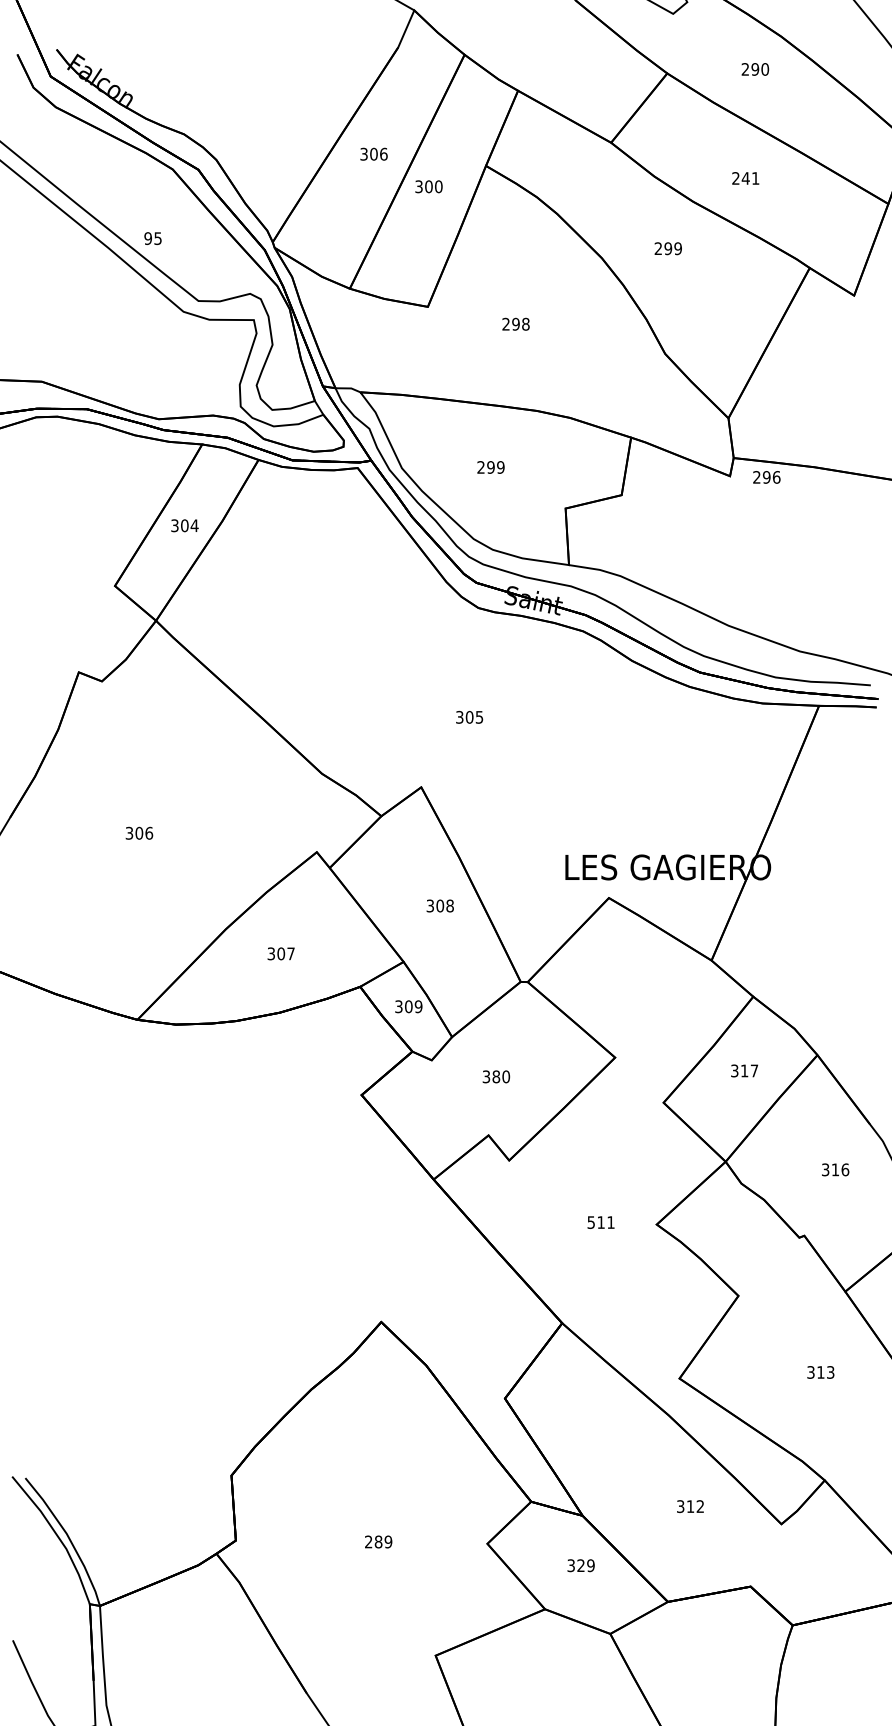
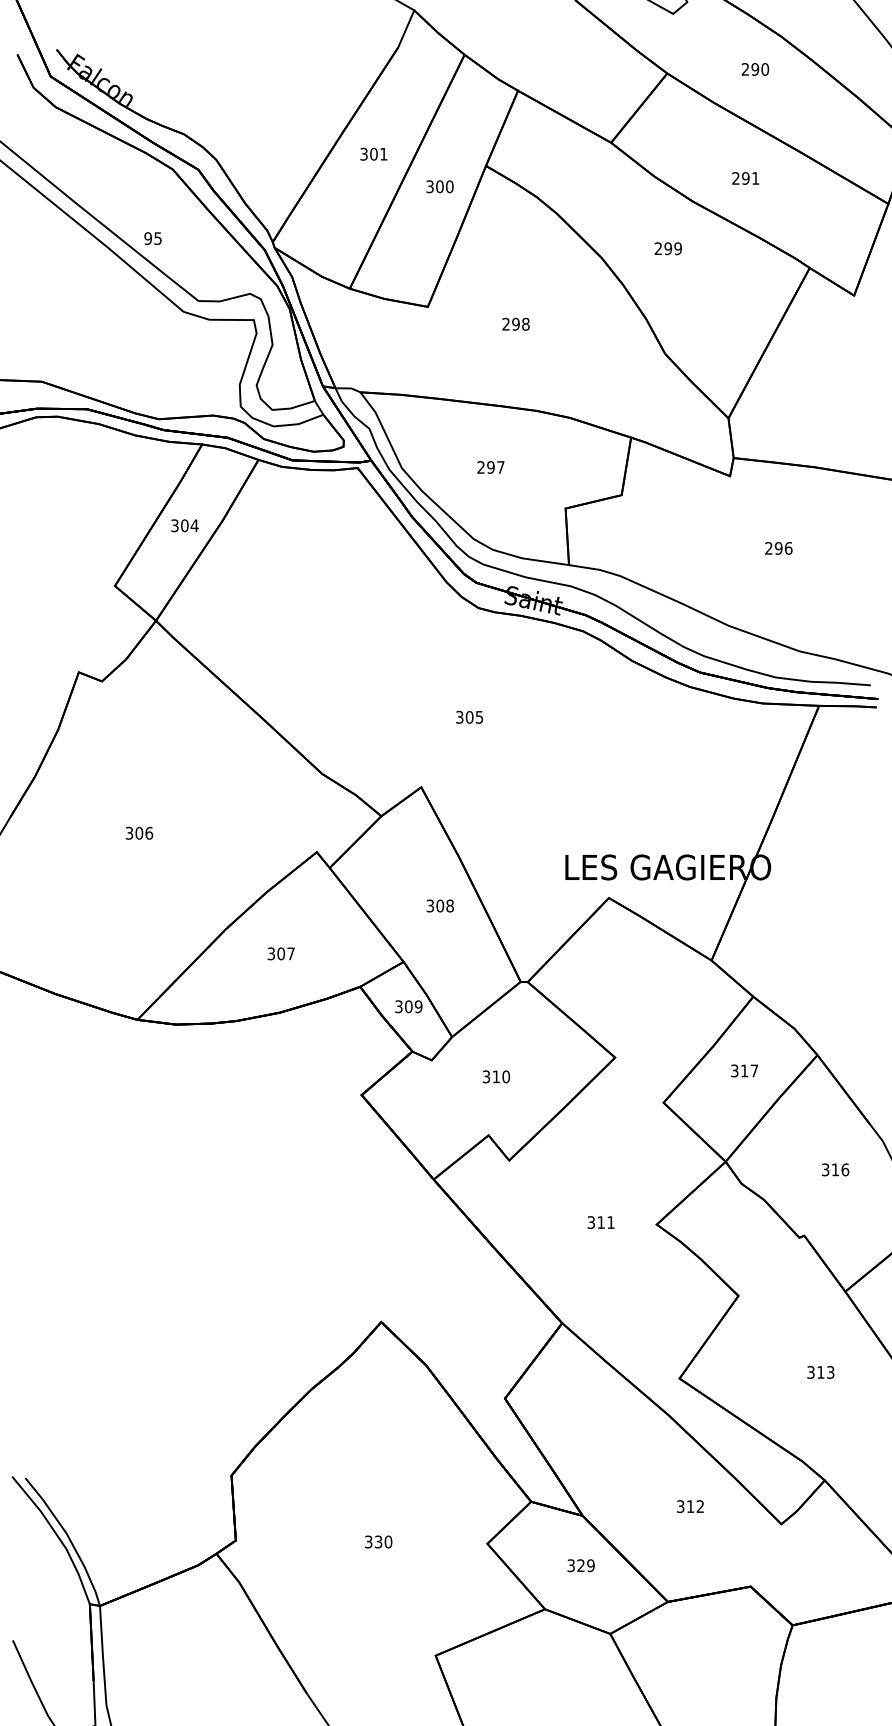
text at (383, 153): 306 -> 301
text at (745, 178): 241 -> 291
text at (428, 186) position: (428, 186) -> (439, 186)
text at (500, 467): 299 -> 297
text at (766, 477) position: (766, 477) -> (778, 548)
text at (496, 1076): 380 -> 310
text at (591, 1222): 511 -> 311
text at (378, 1541): 289 -> 330
